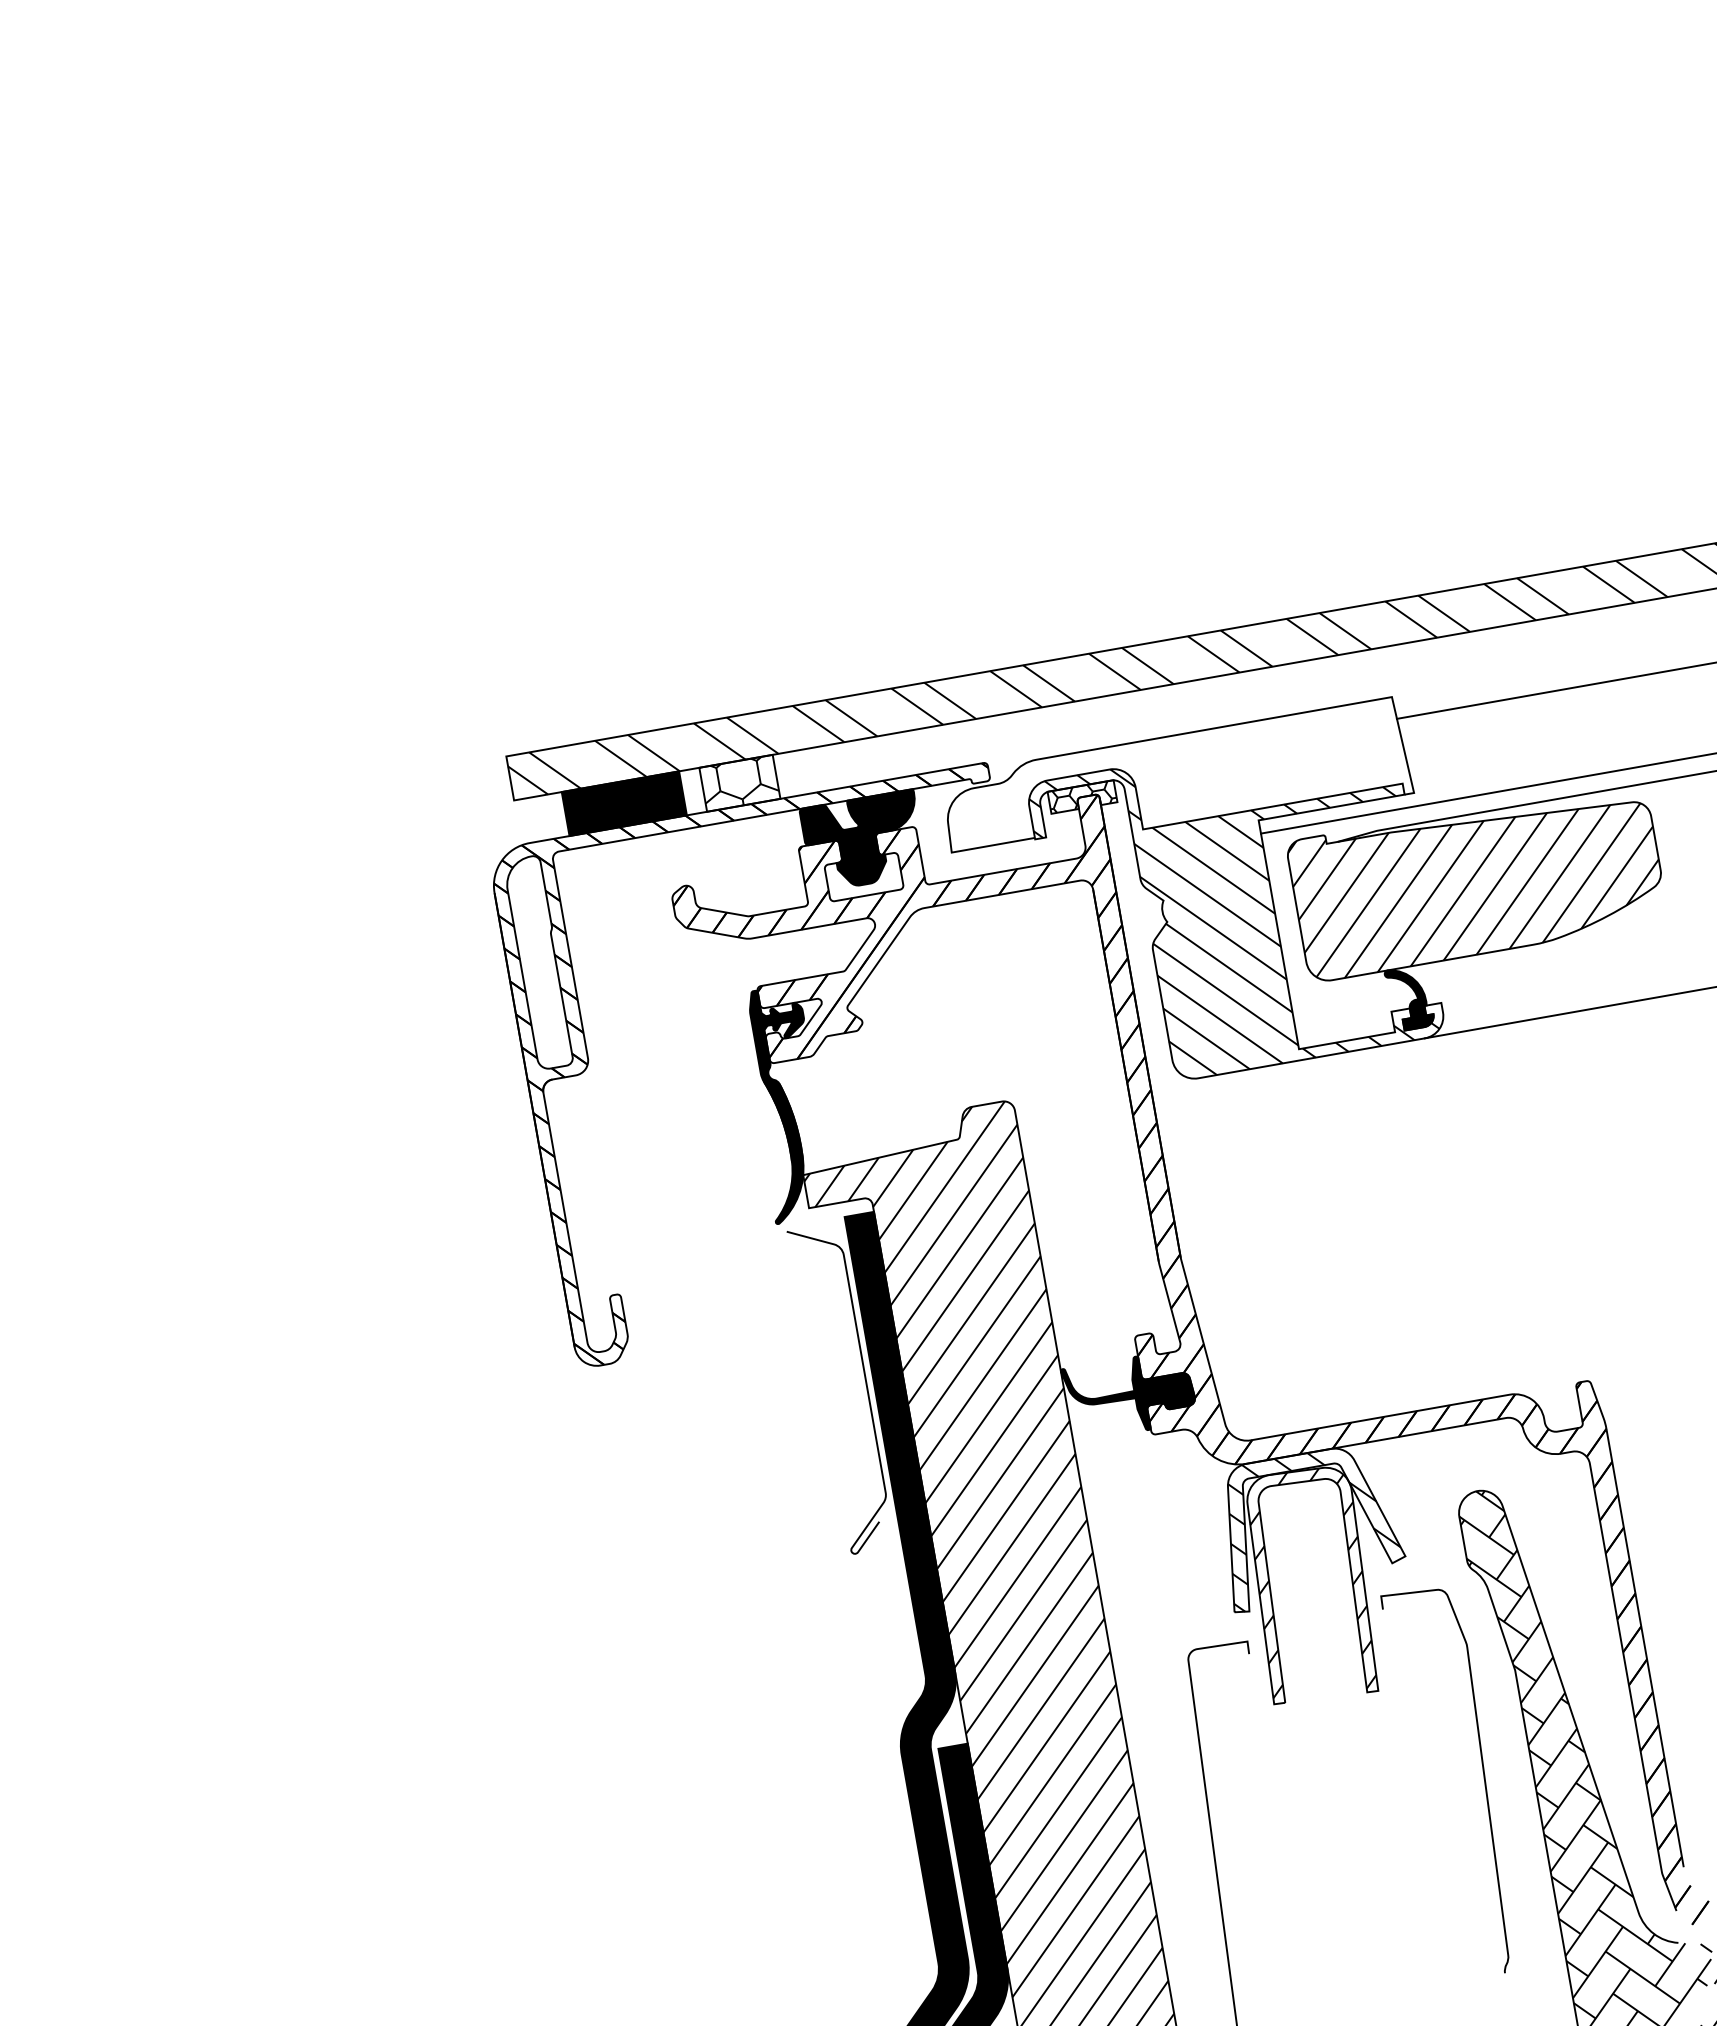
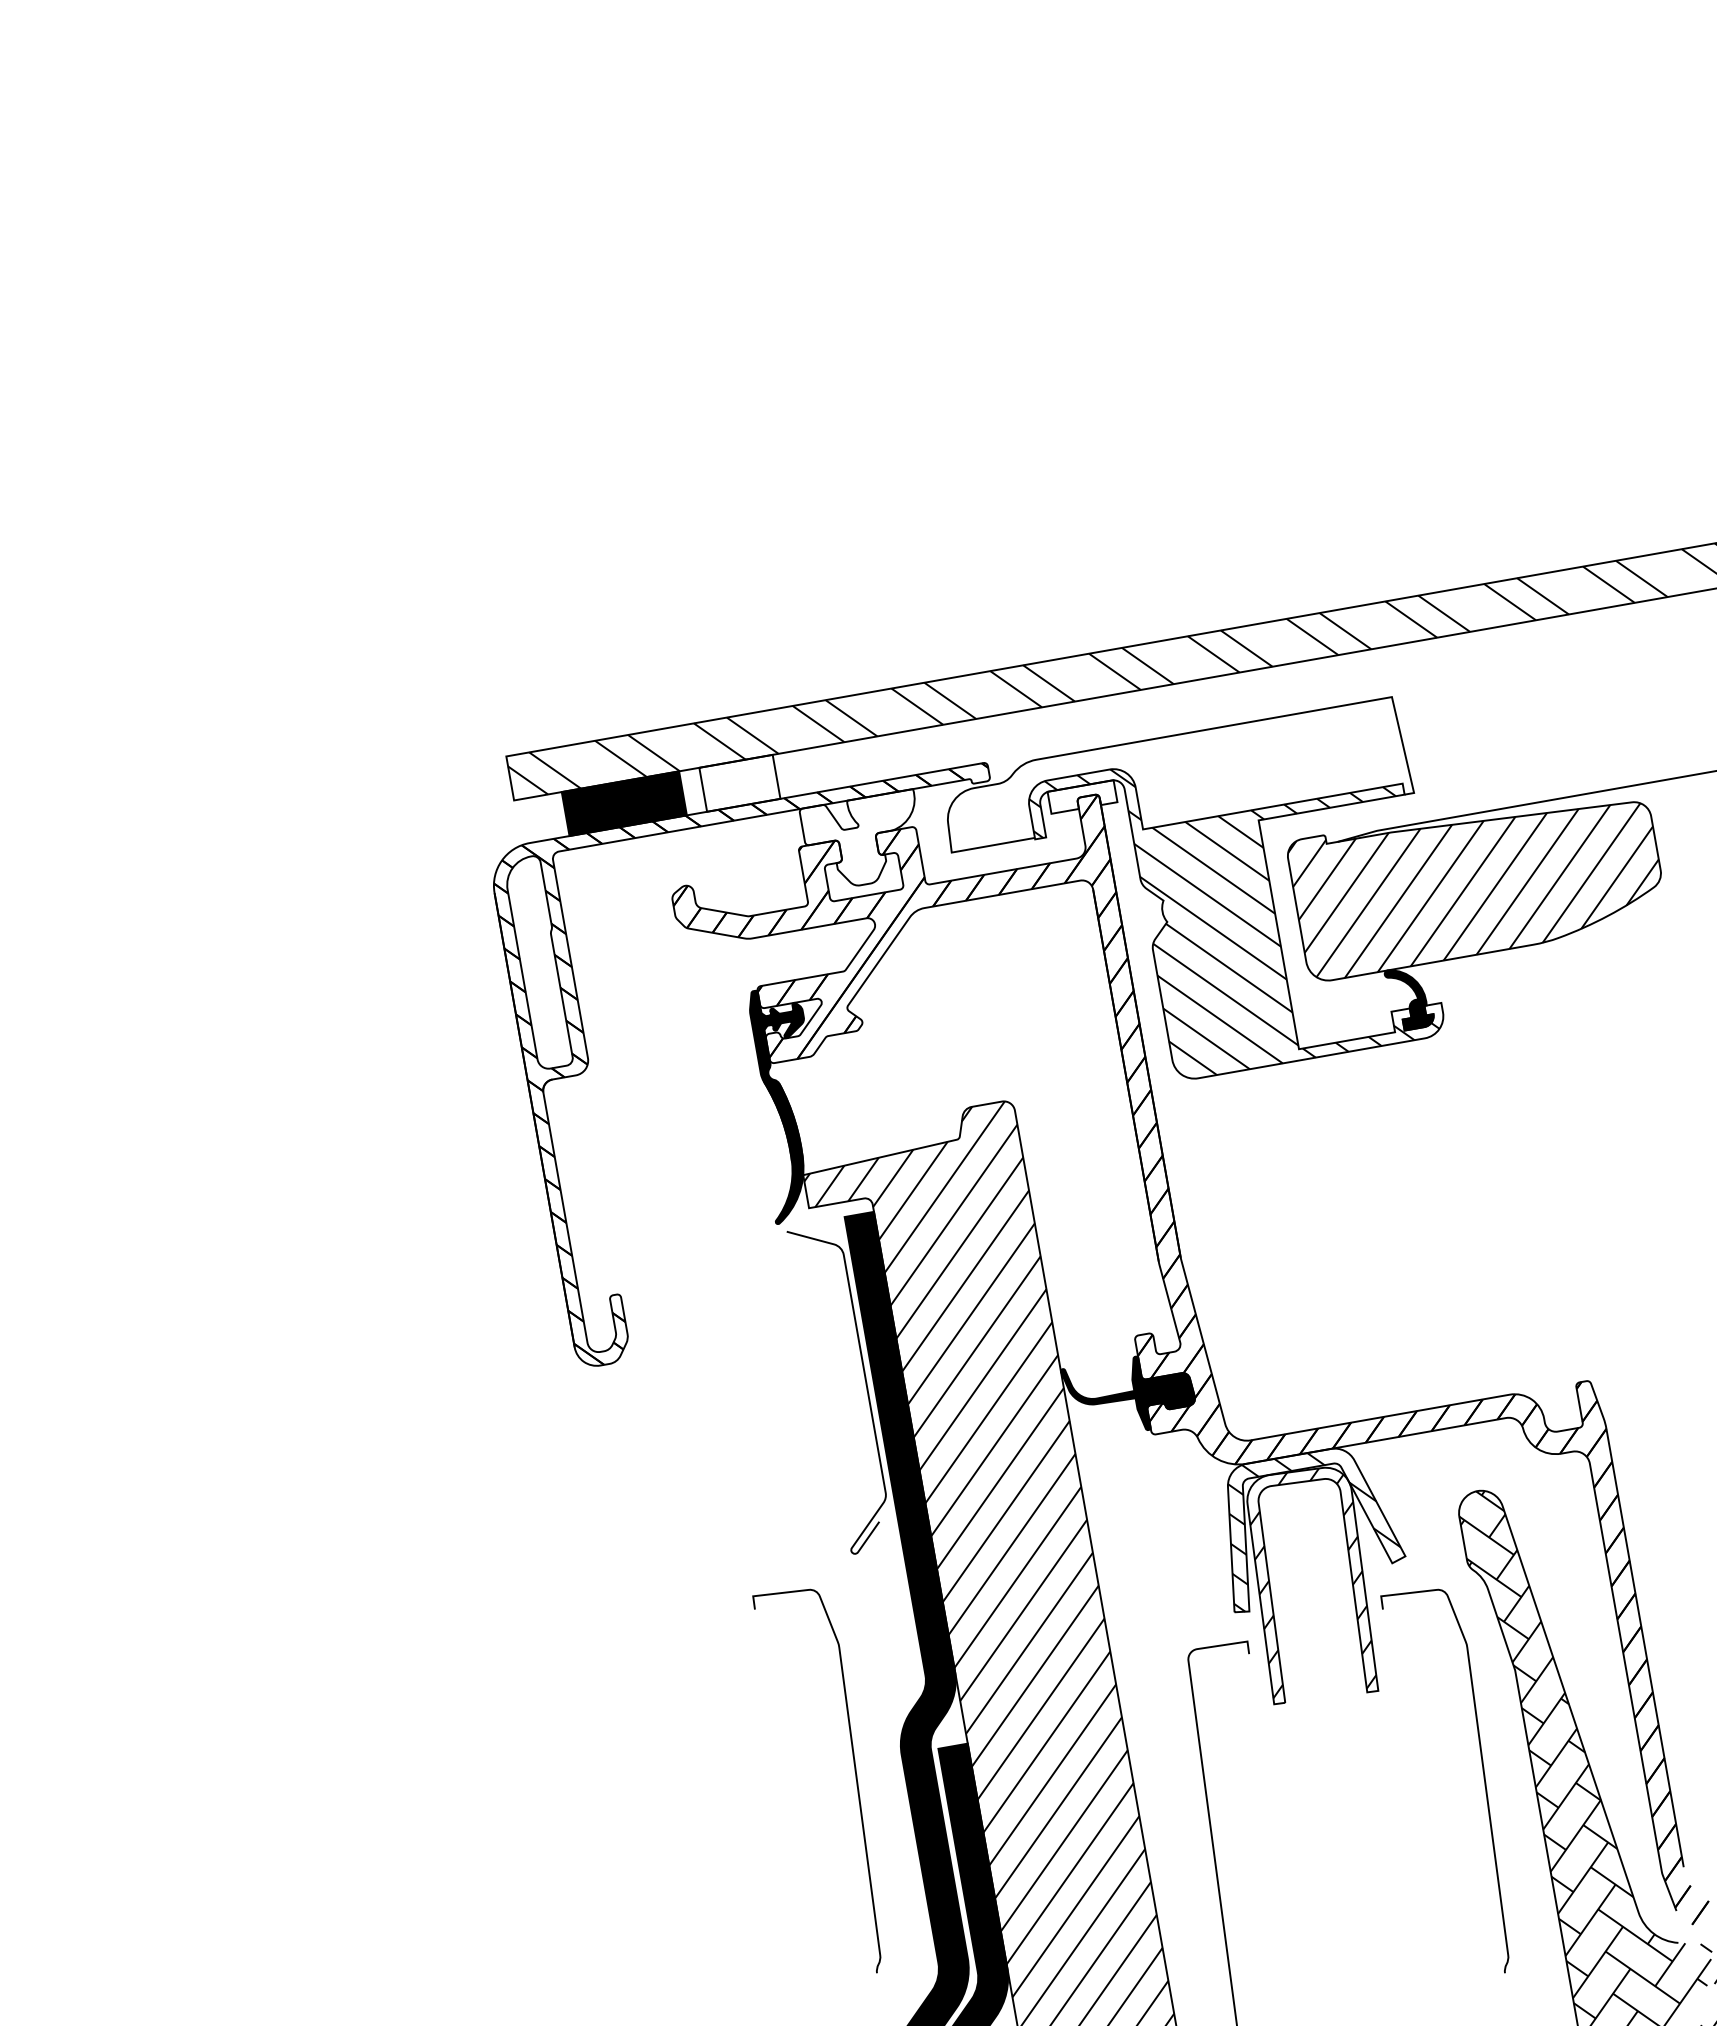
line at (1554, 690): present -> none
hatch at (742, 780): present -> none
line at (1487, 793): present -> none
hatch at (1083, 796): present -> none
fill at (856, 837): present -> none
line at (1568, 1012): present -> none
curve at (854, 1771): none -> present
